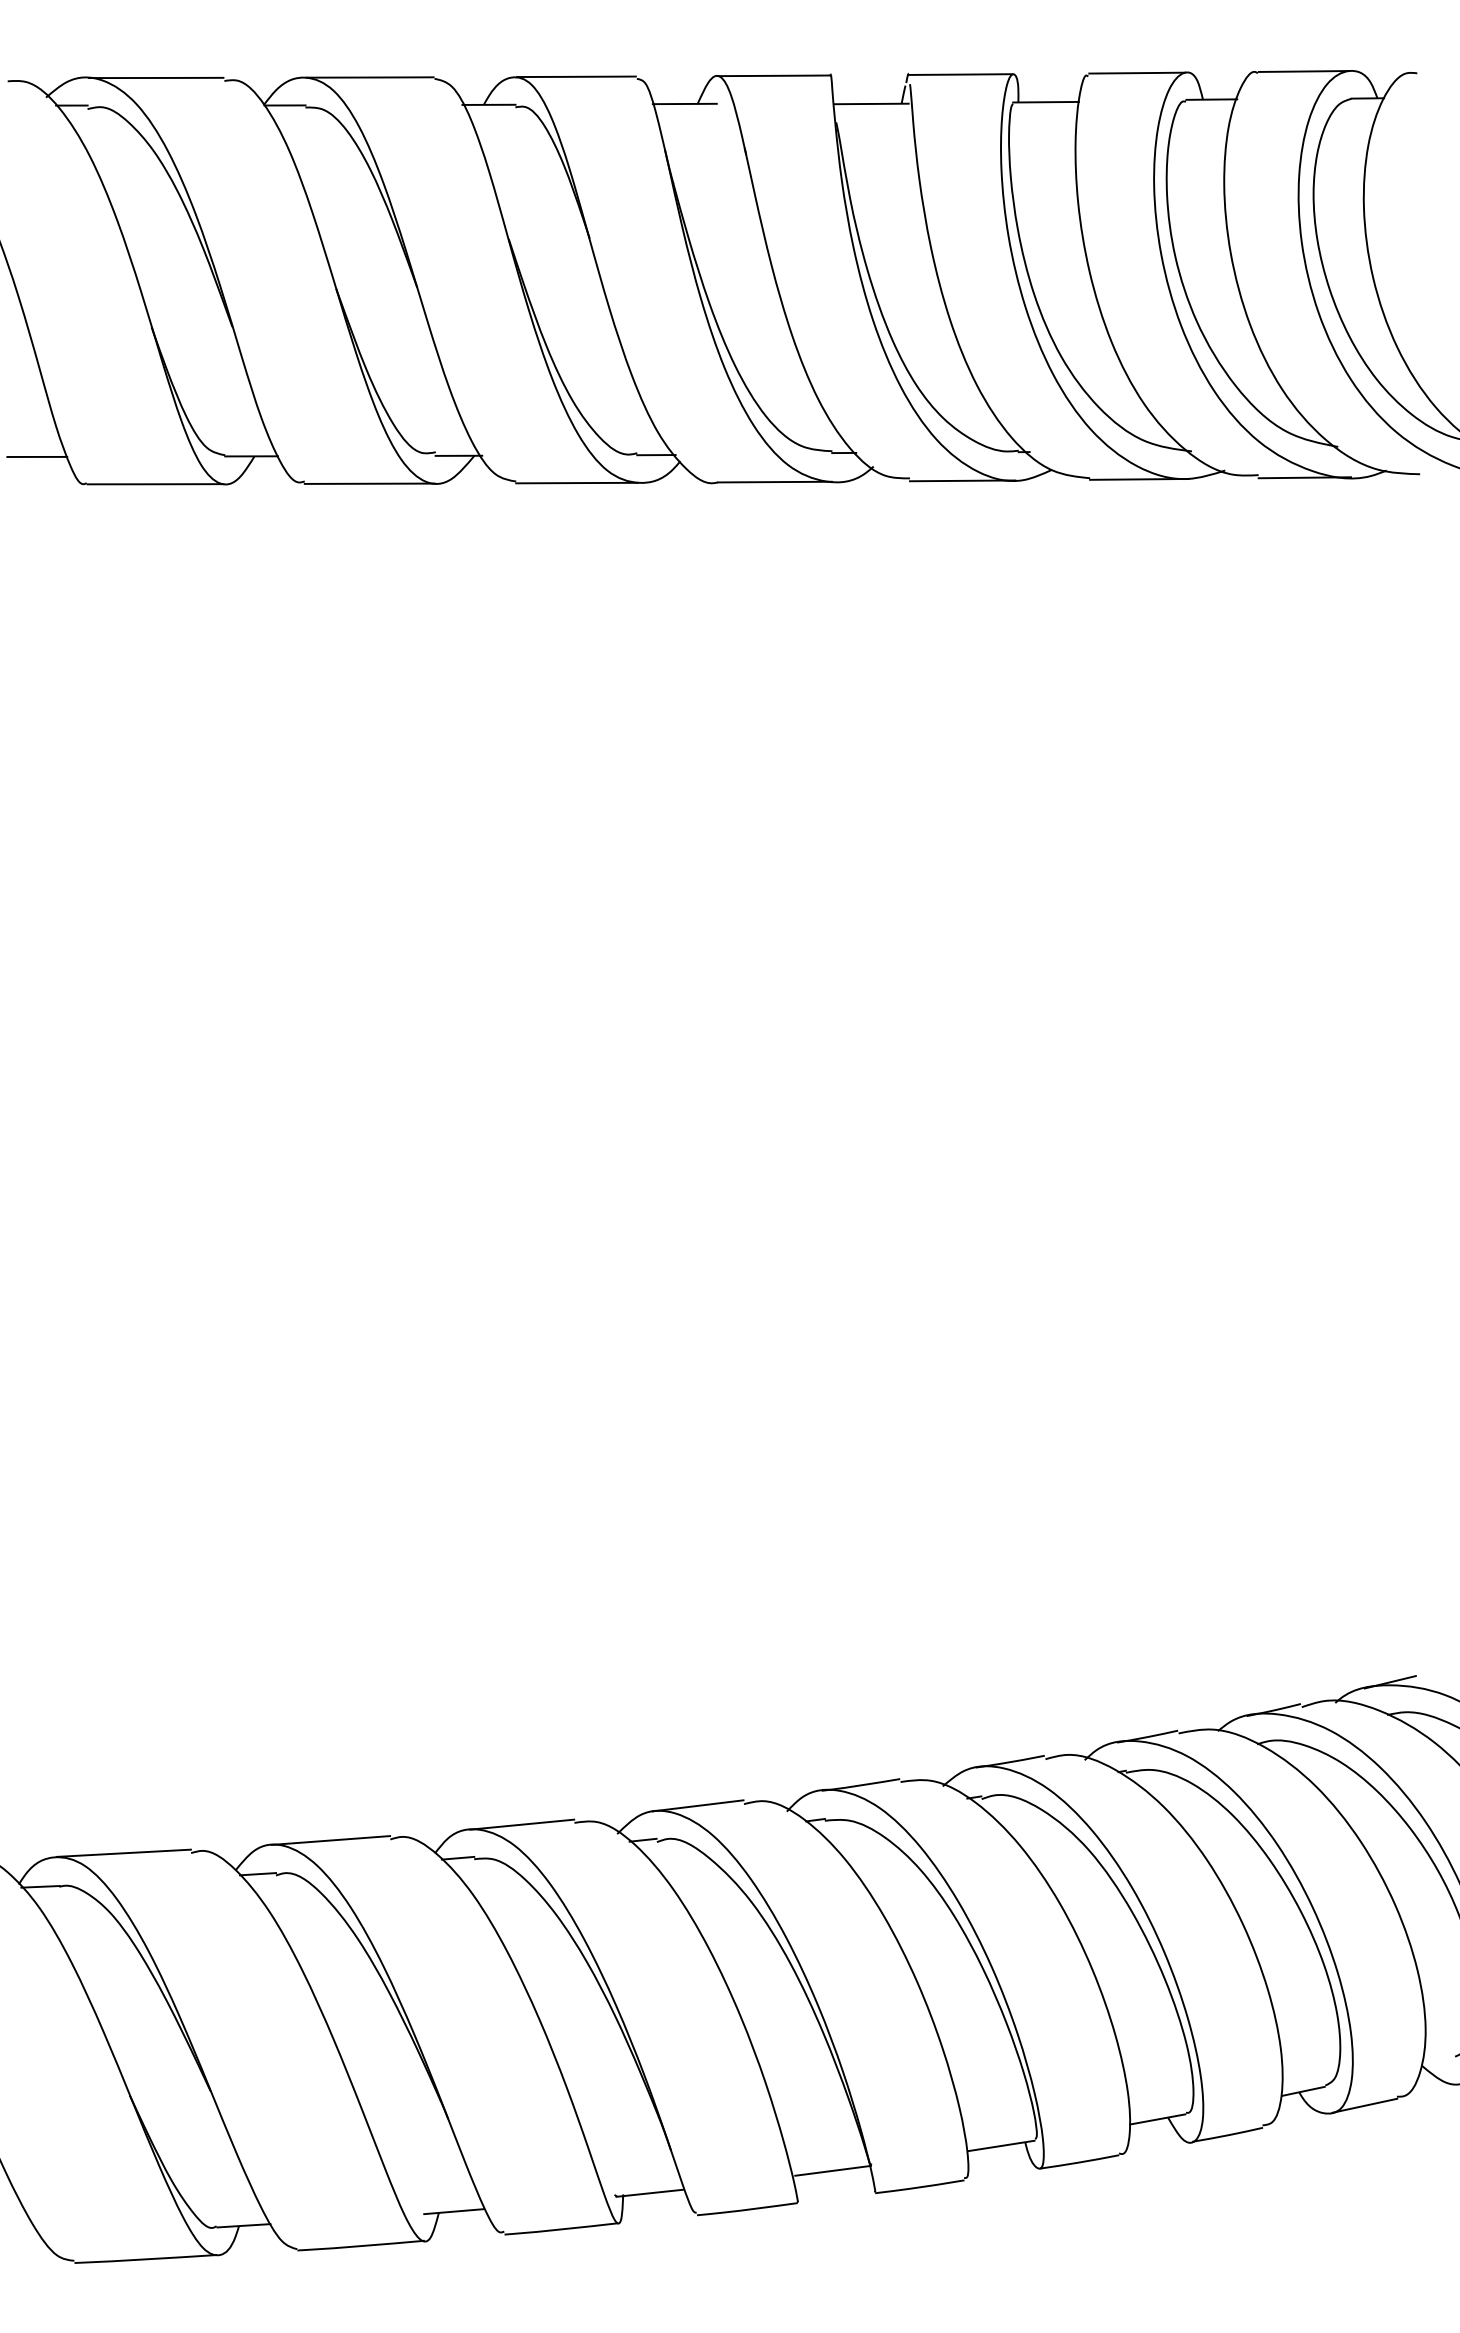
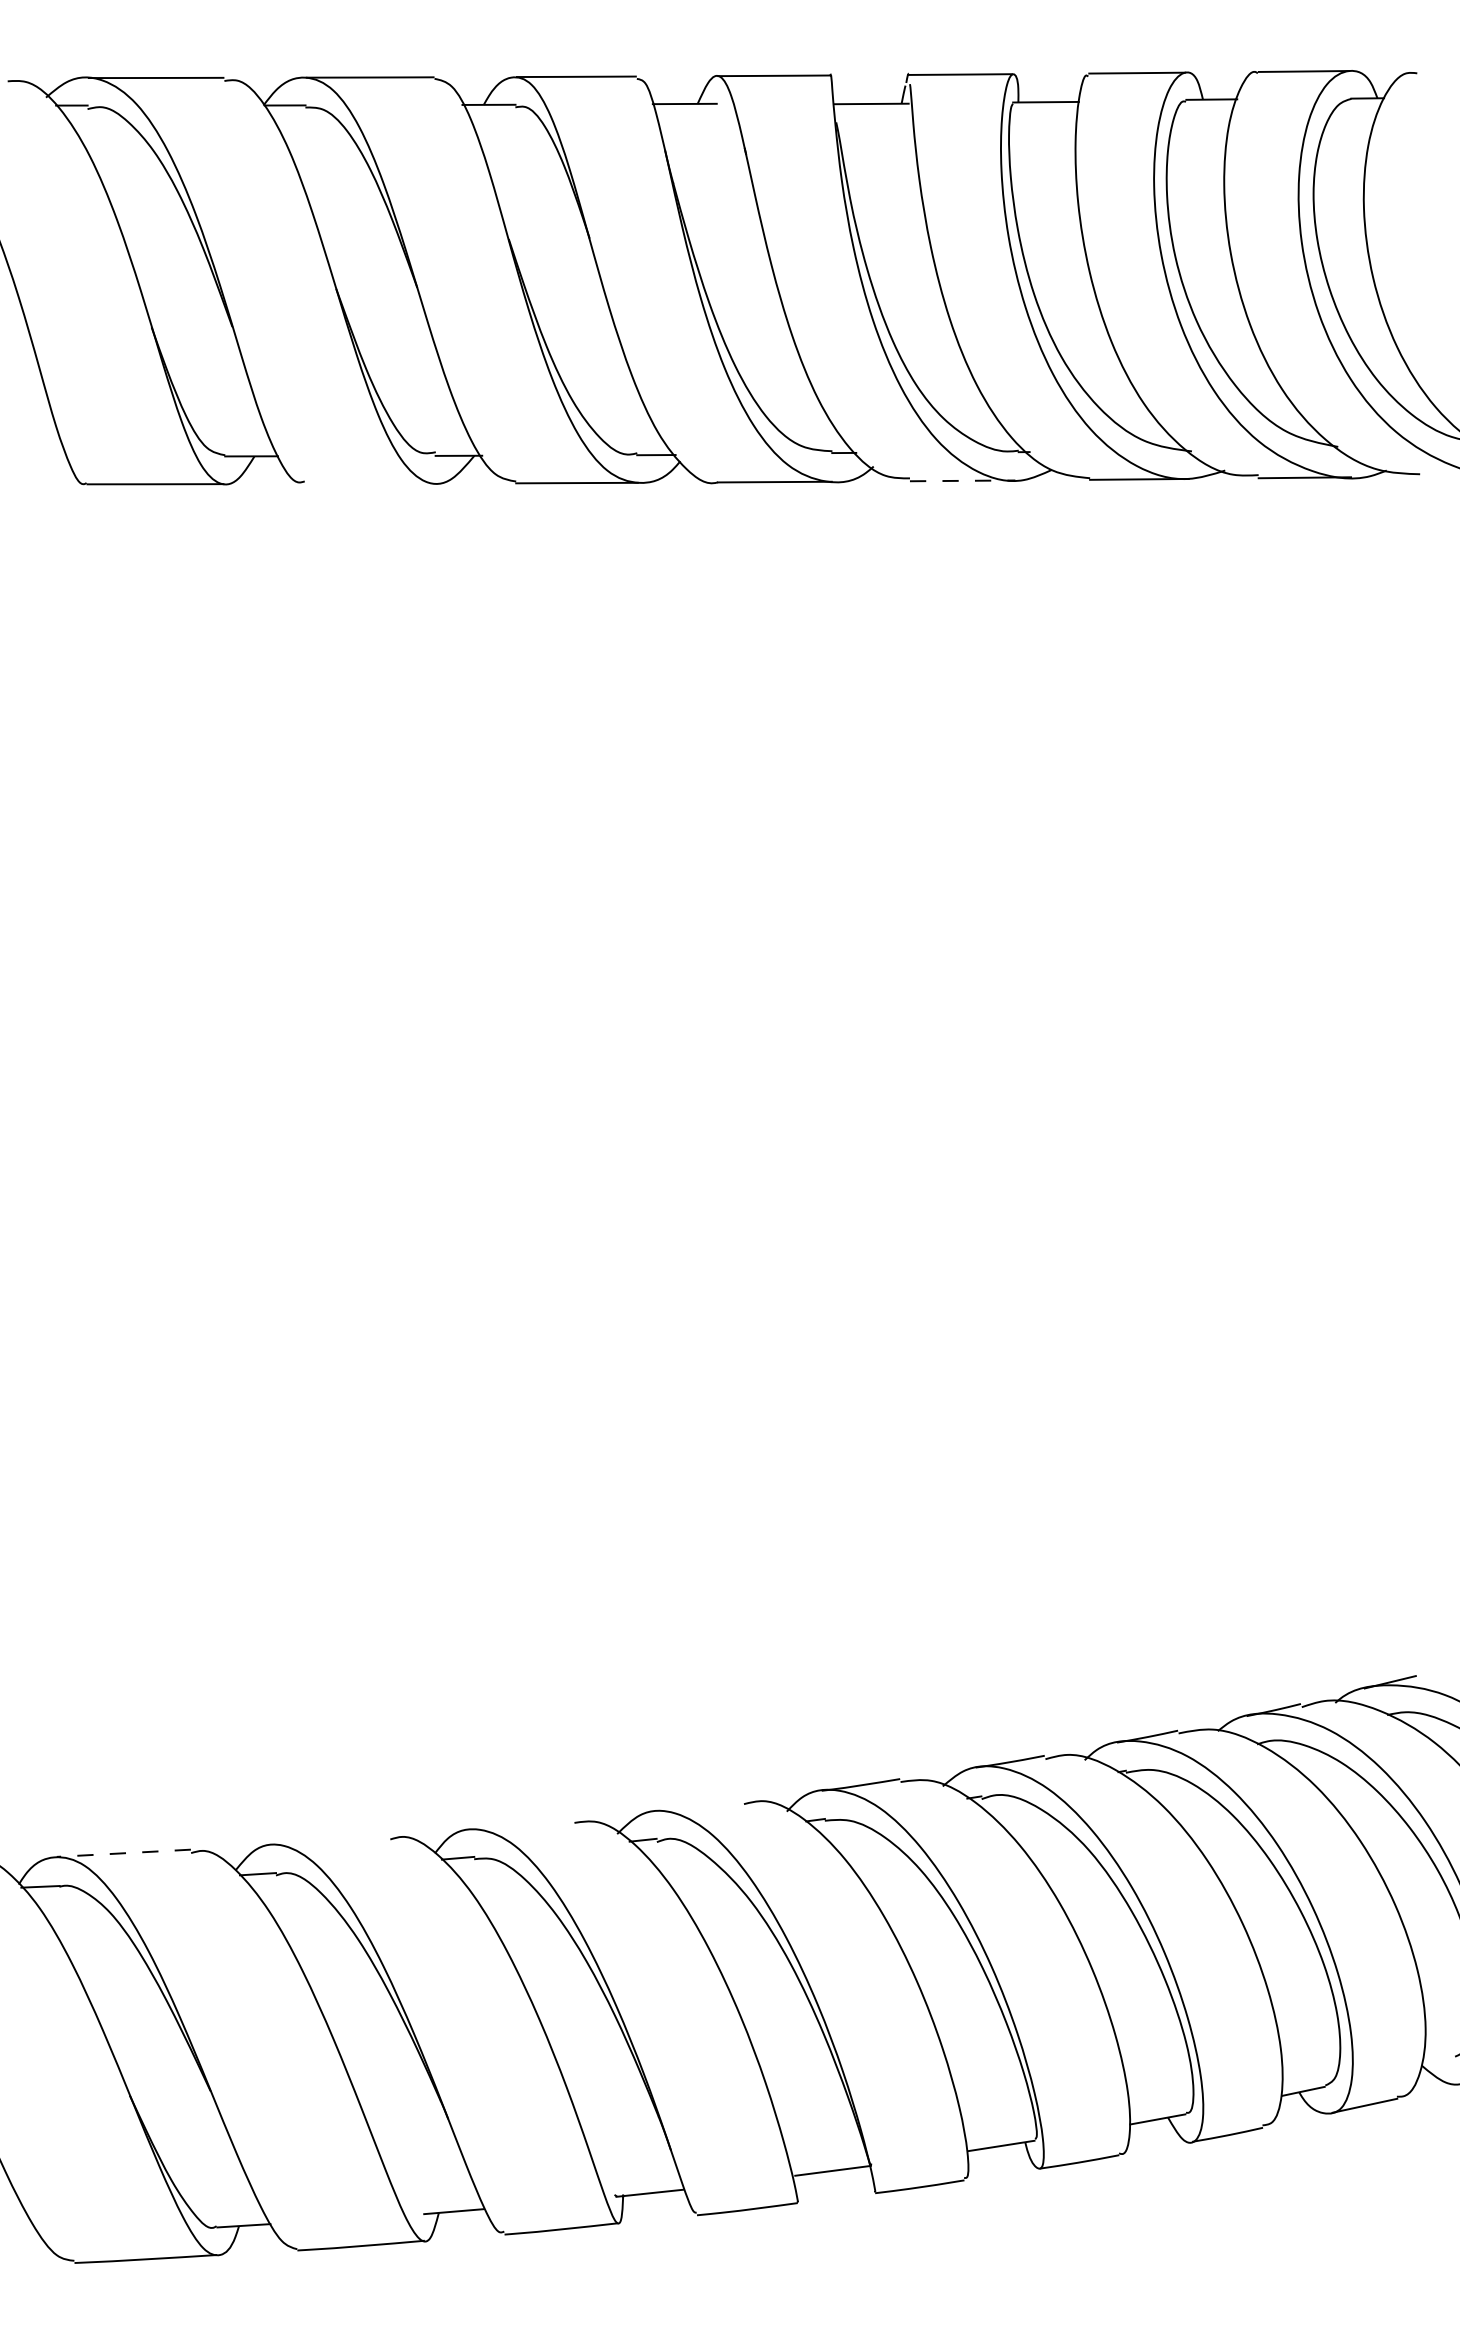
line at (37, 456): present -> none
line at (962, 480): solid -> dashed
line at (369, 483): present -> none
line at (697, 1805): present -> none
line at (522, 1824): present -> none
line at (330, 1840): present -> none
line at (123, 1853): solid -> dashed
